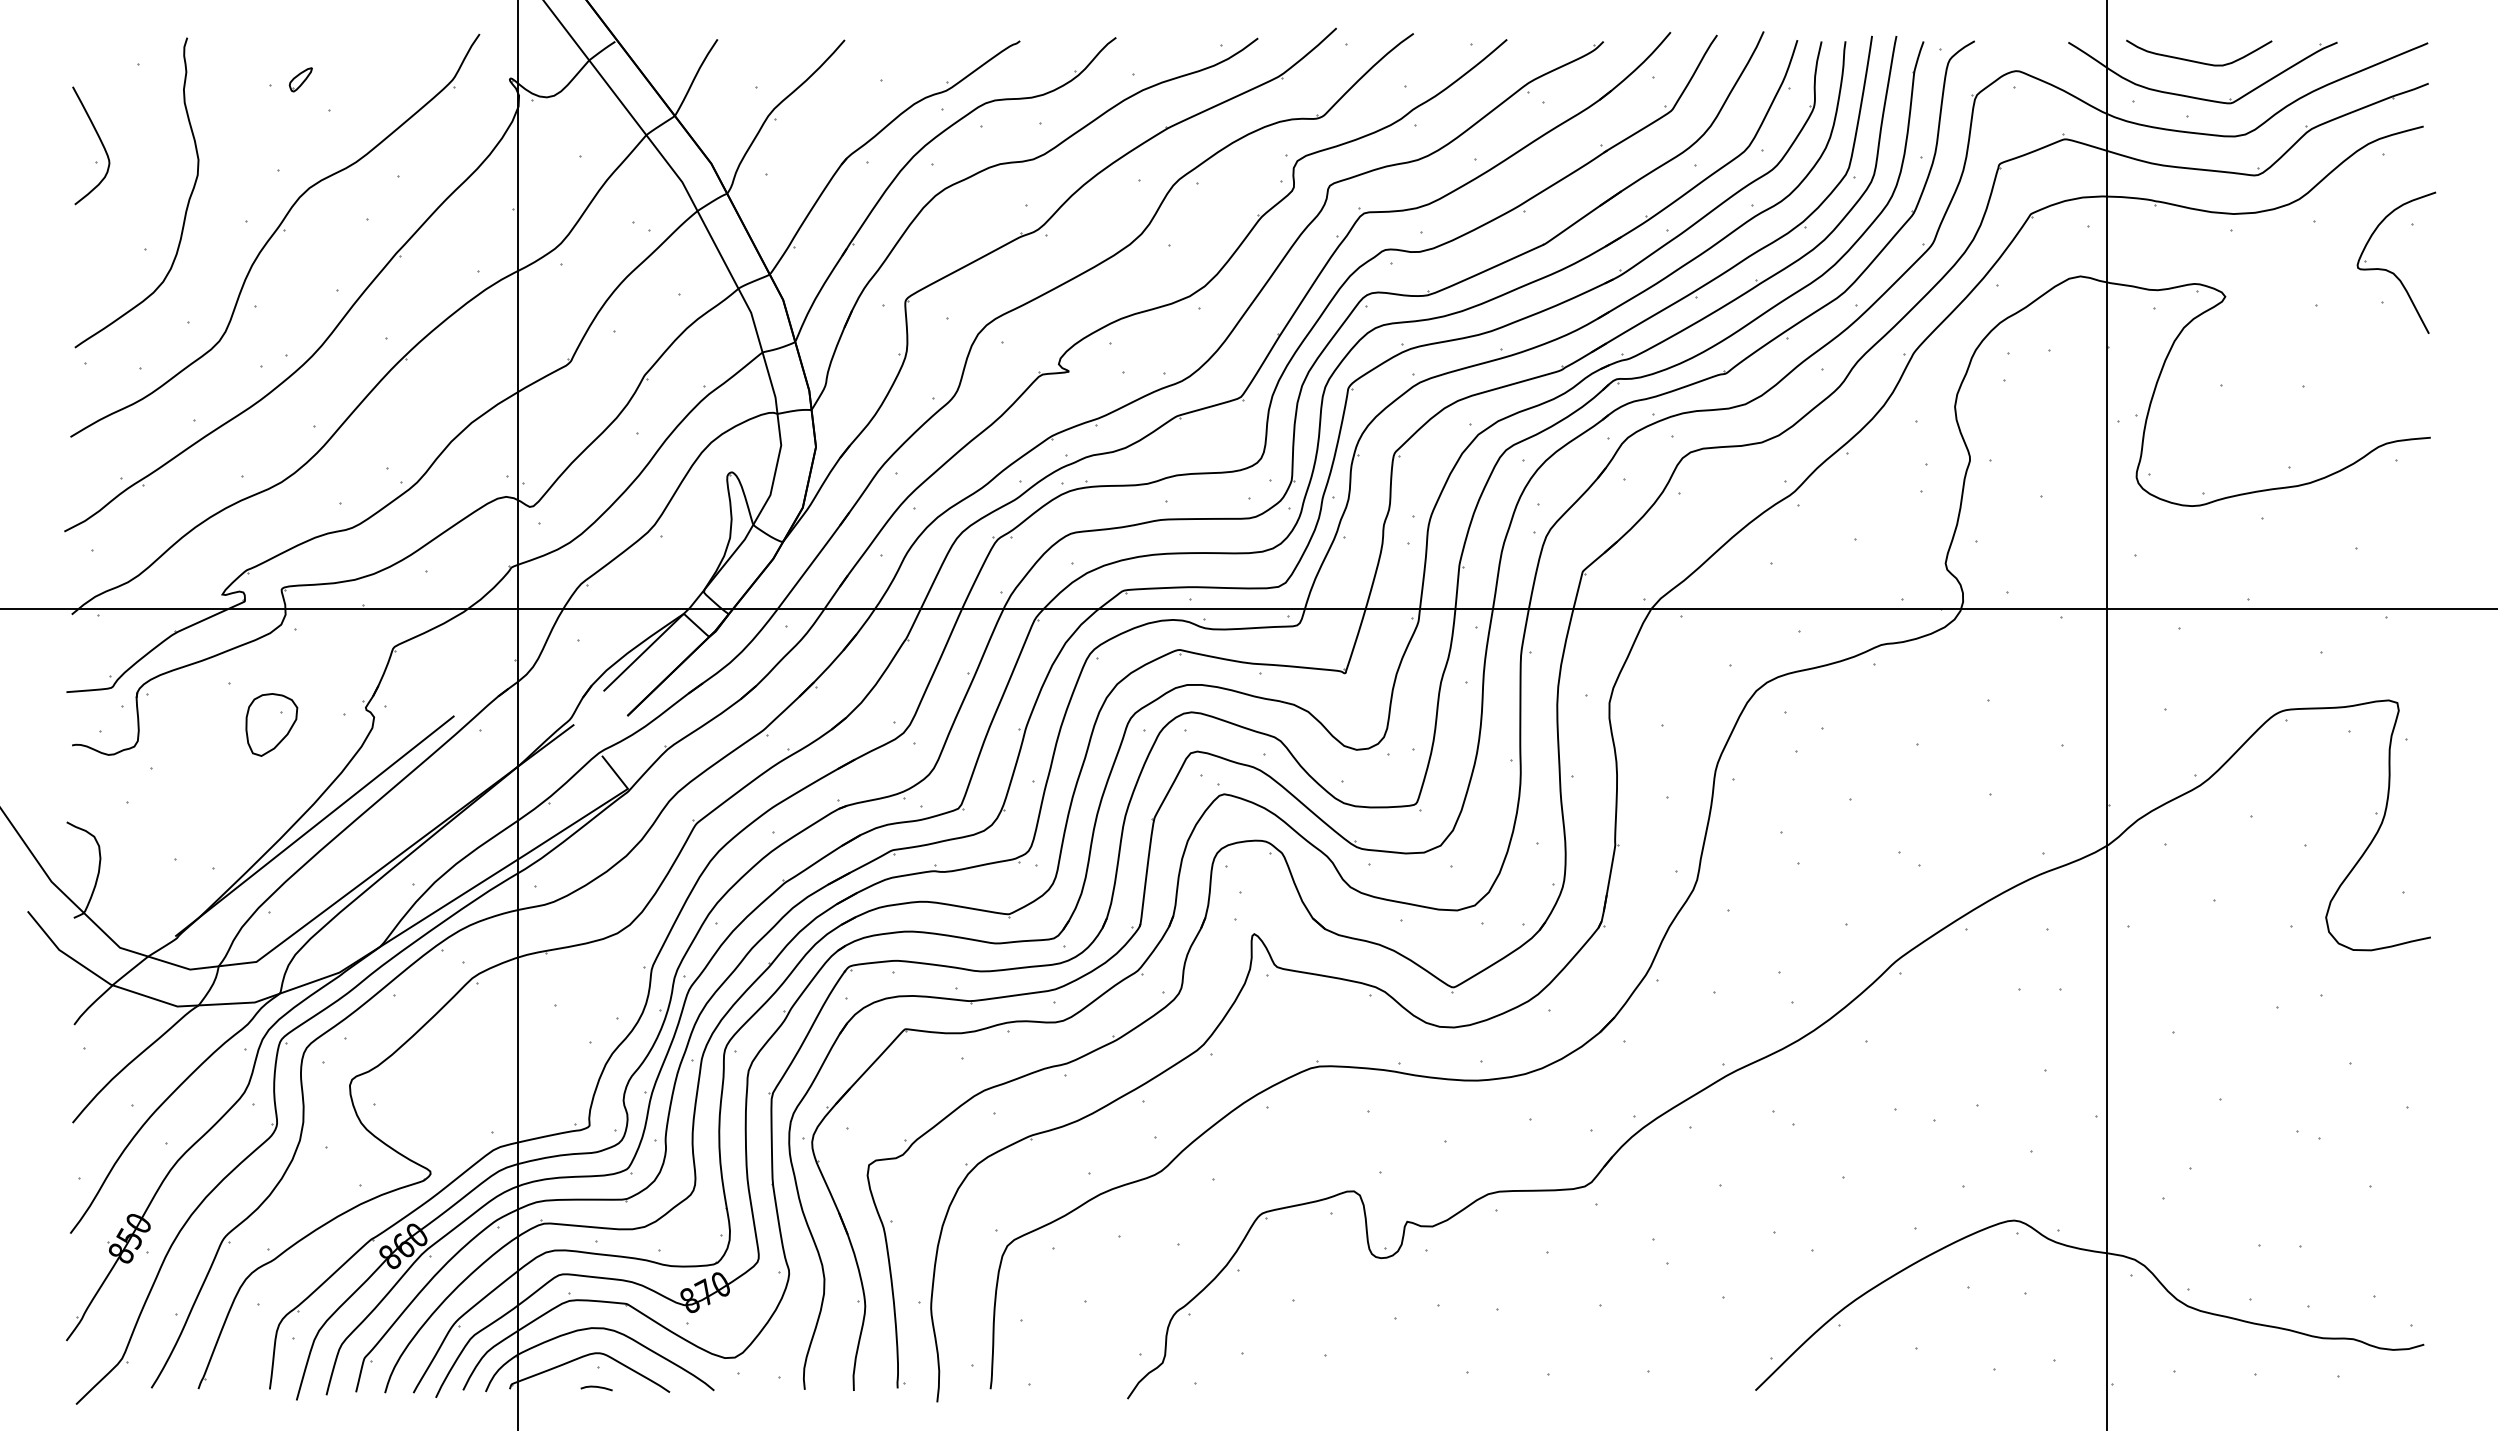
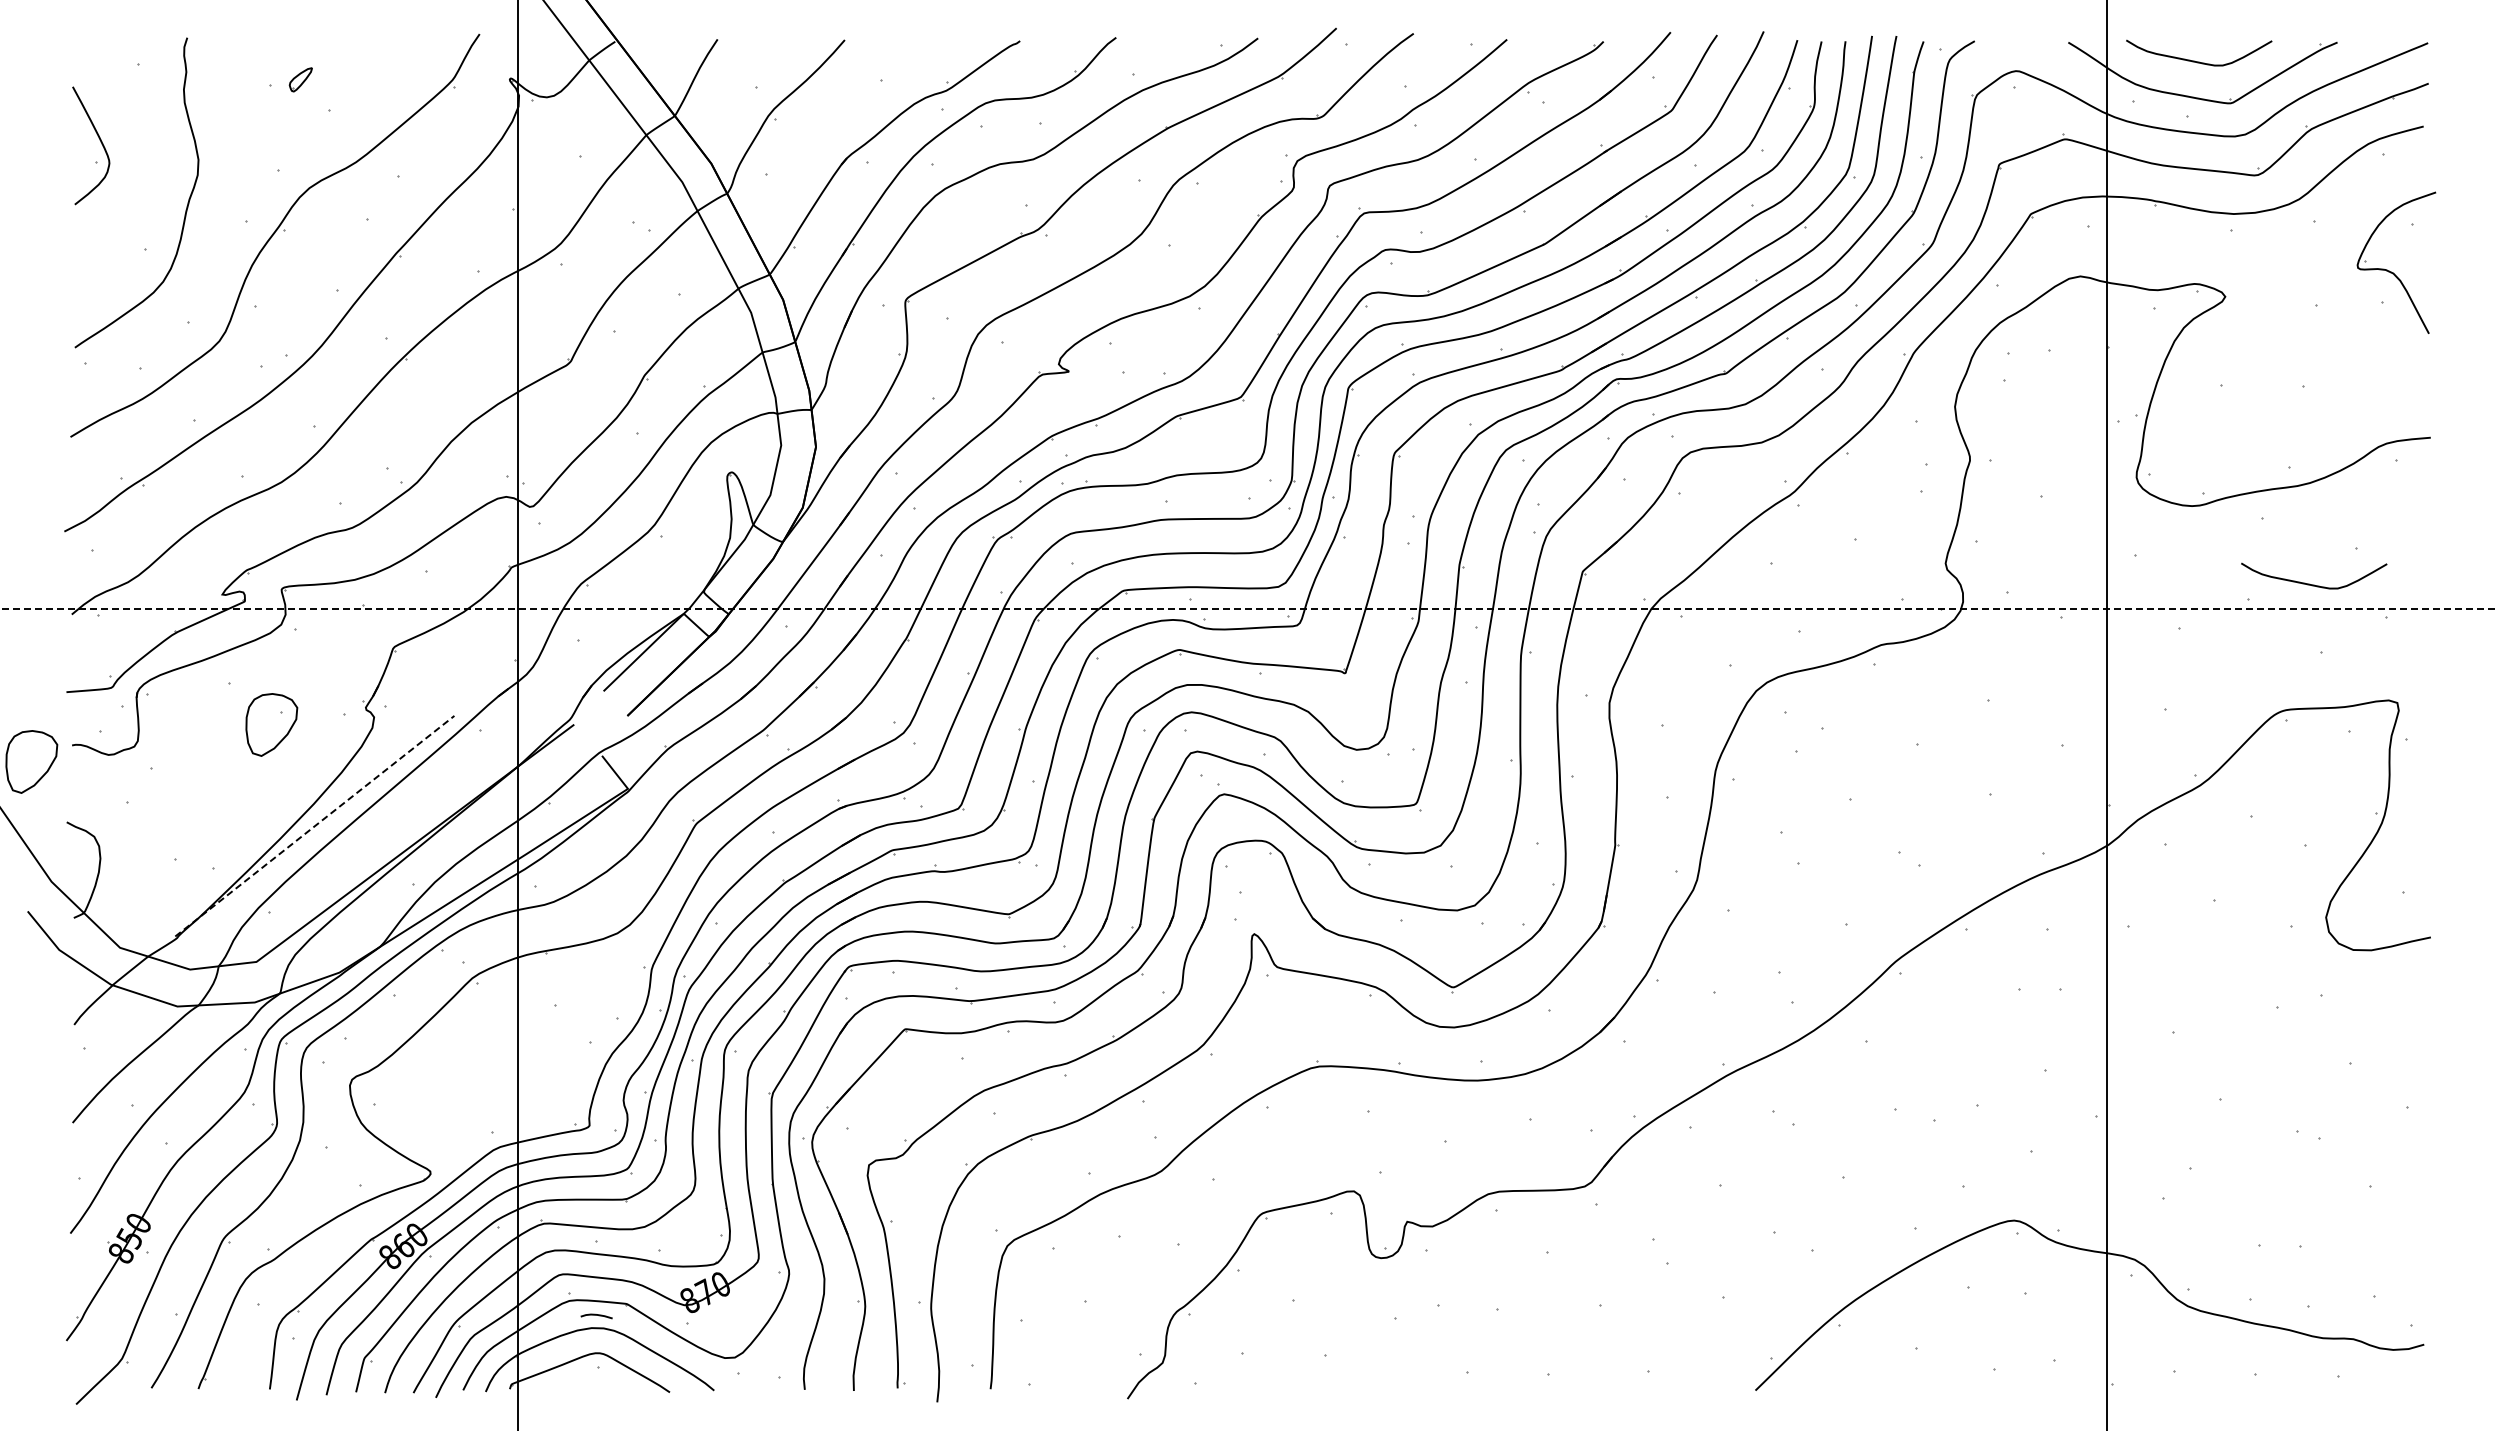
curve at (2314, 584): none -> present
line at (1249, 609): solid -> dashed
part at (31, 761): none -> present
line at (314, 826): solid -> dashed
curve at (596, 1387) position: (596, 1387) -> (596, 1315)
